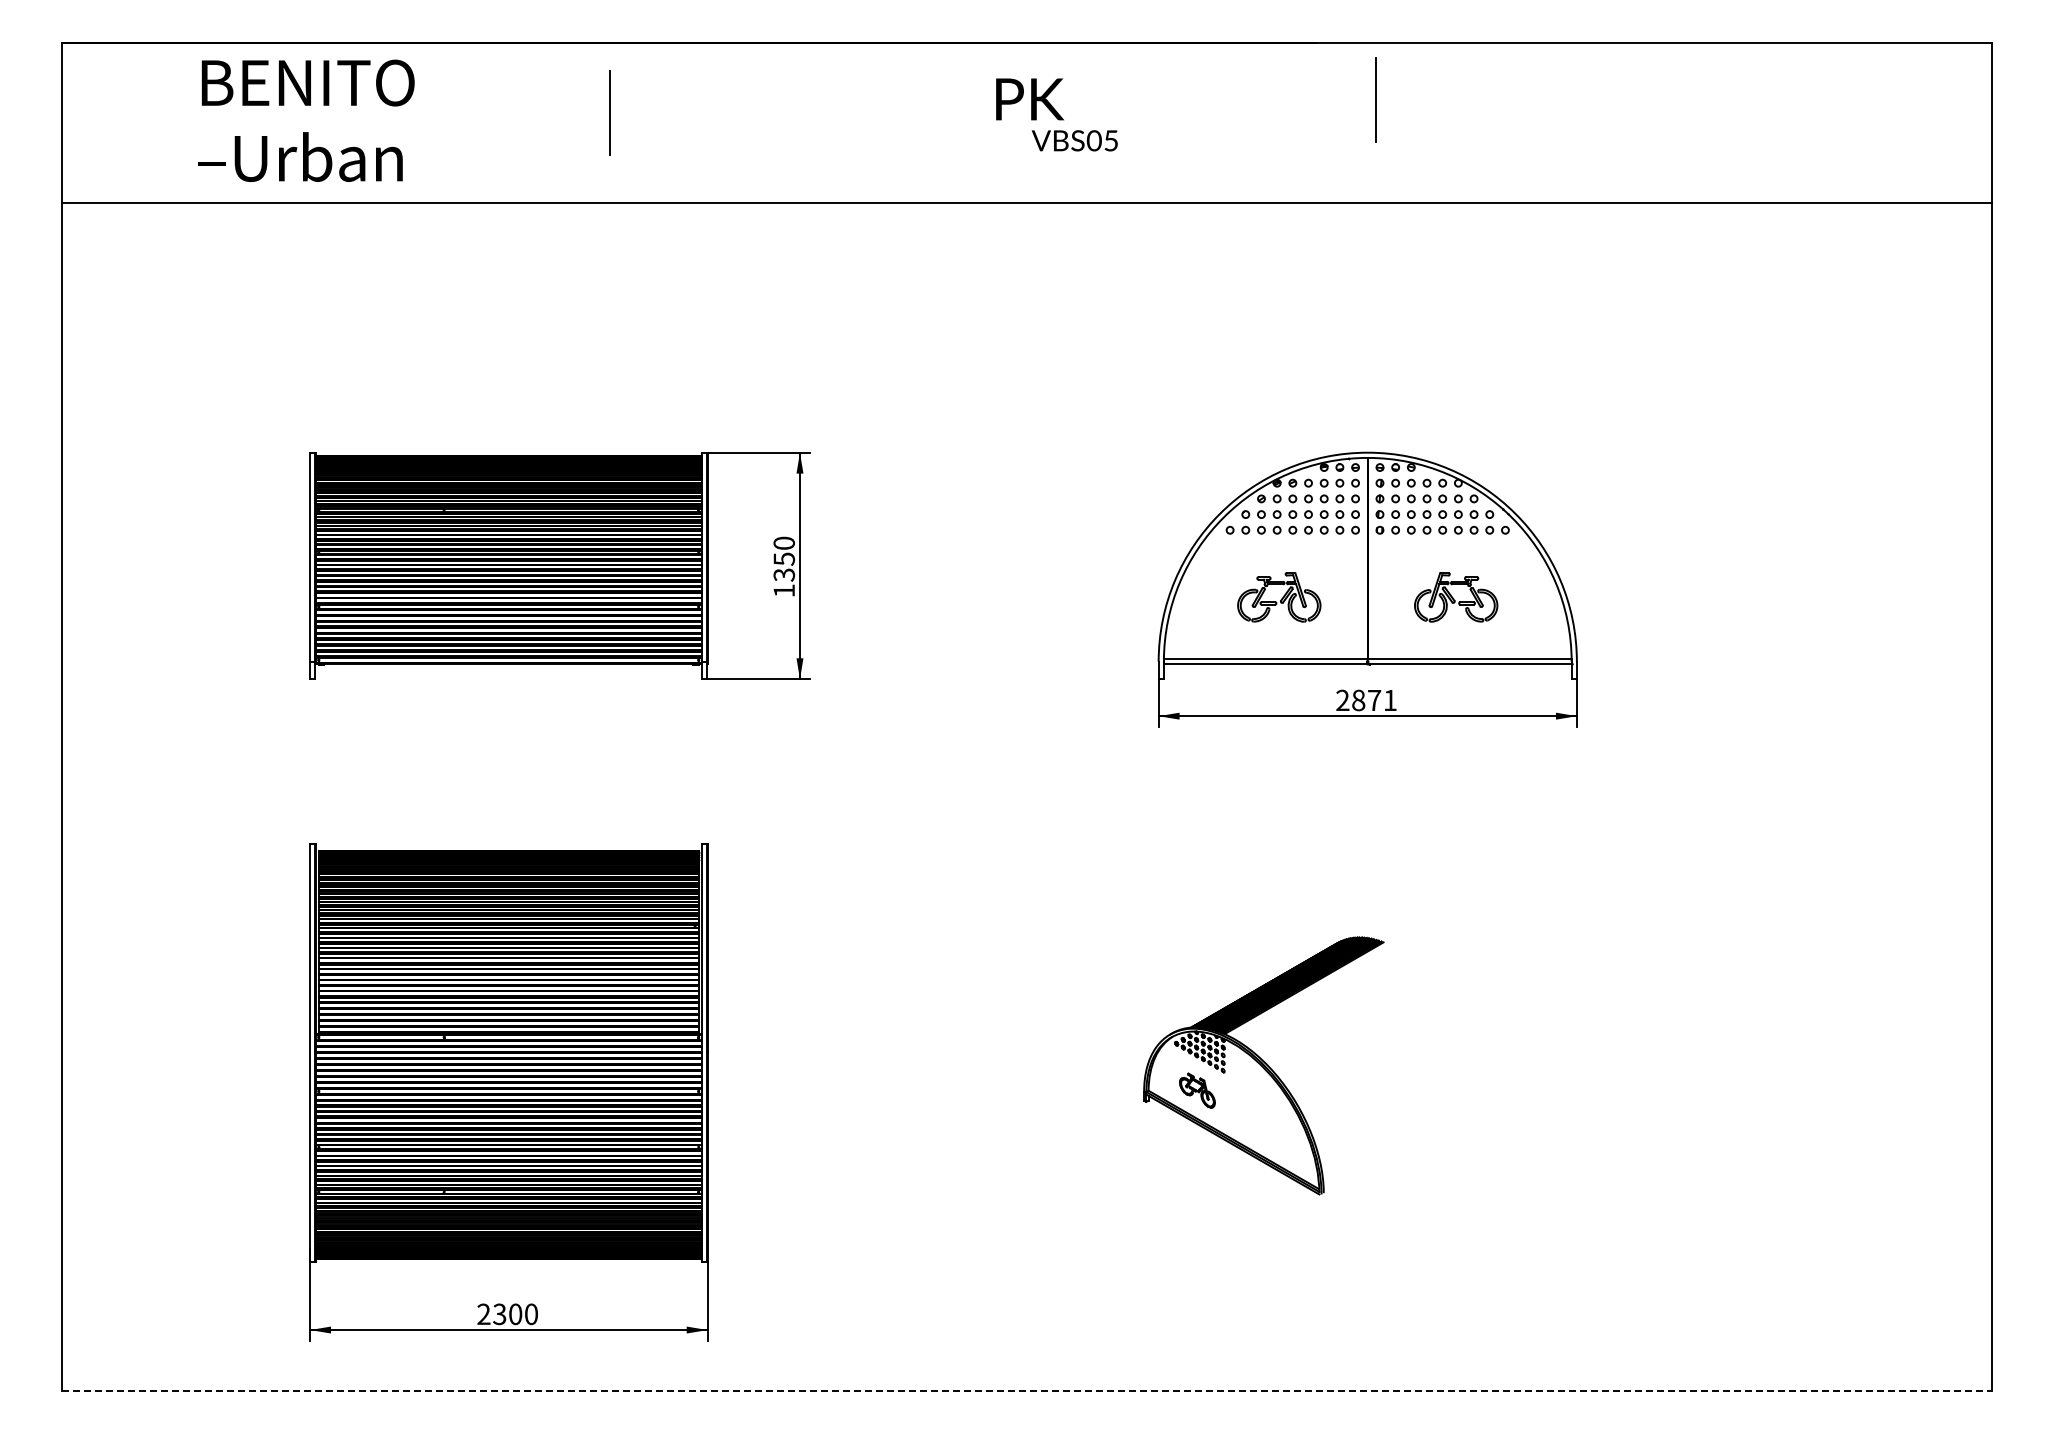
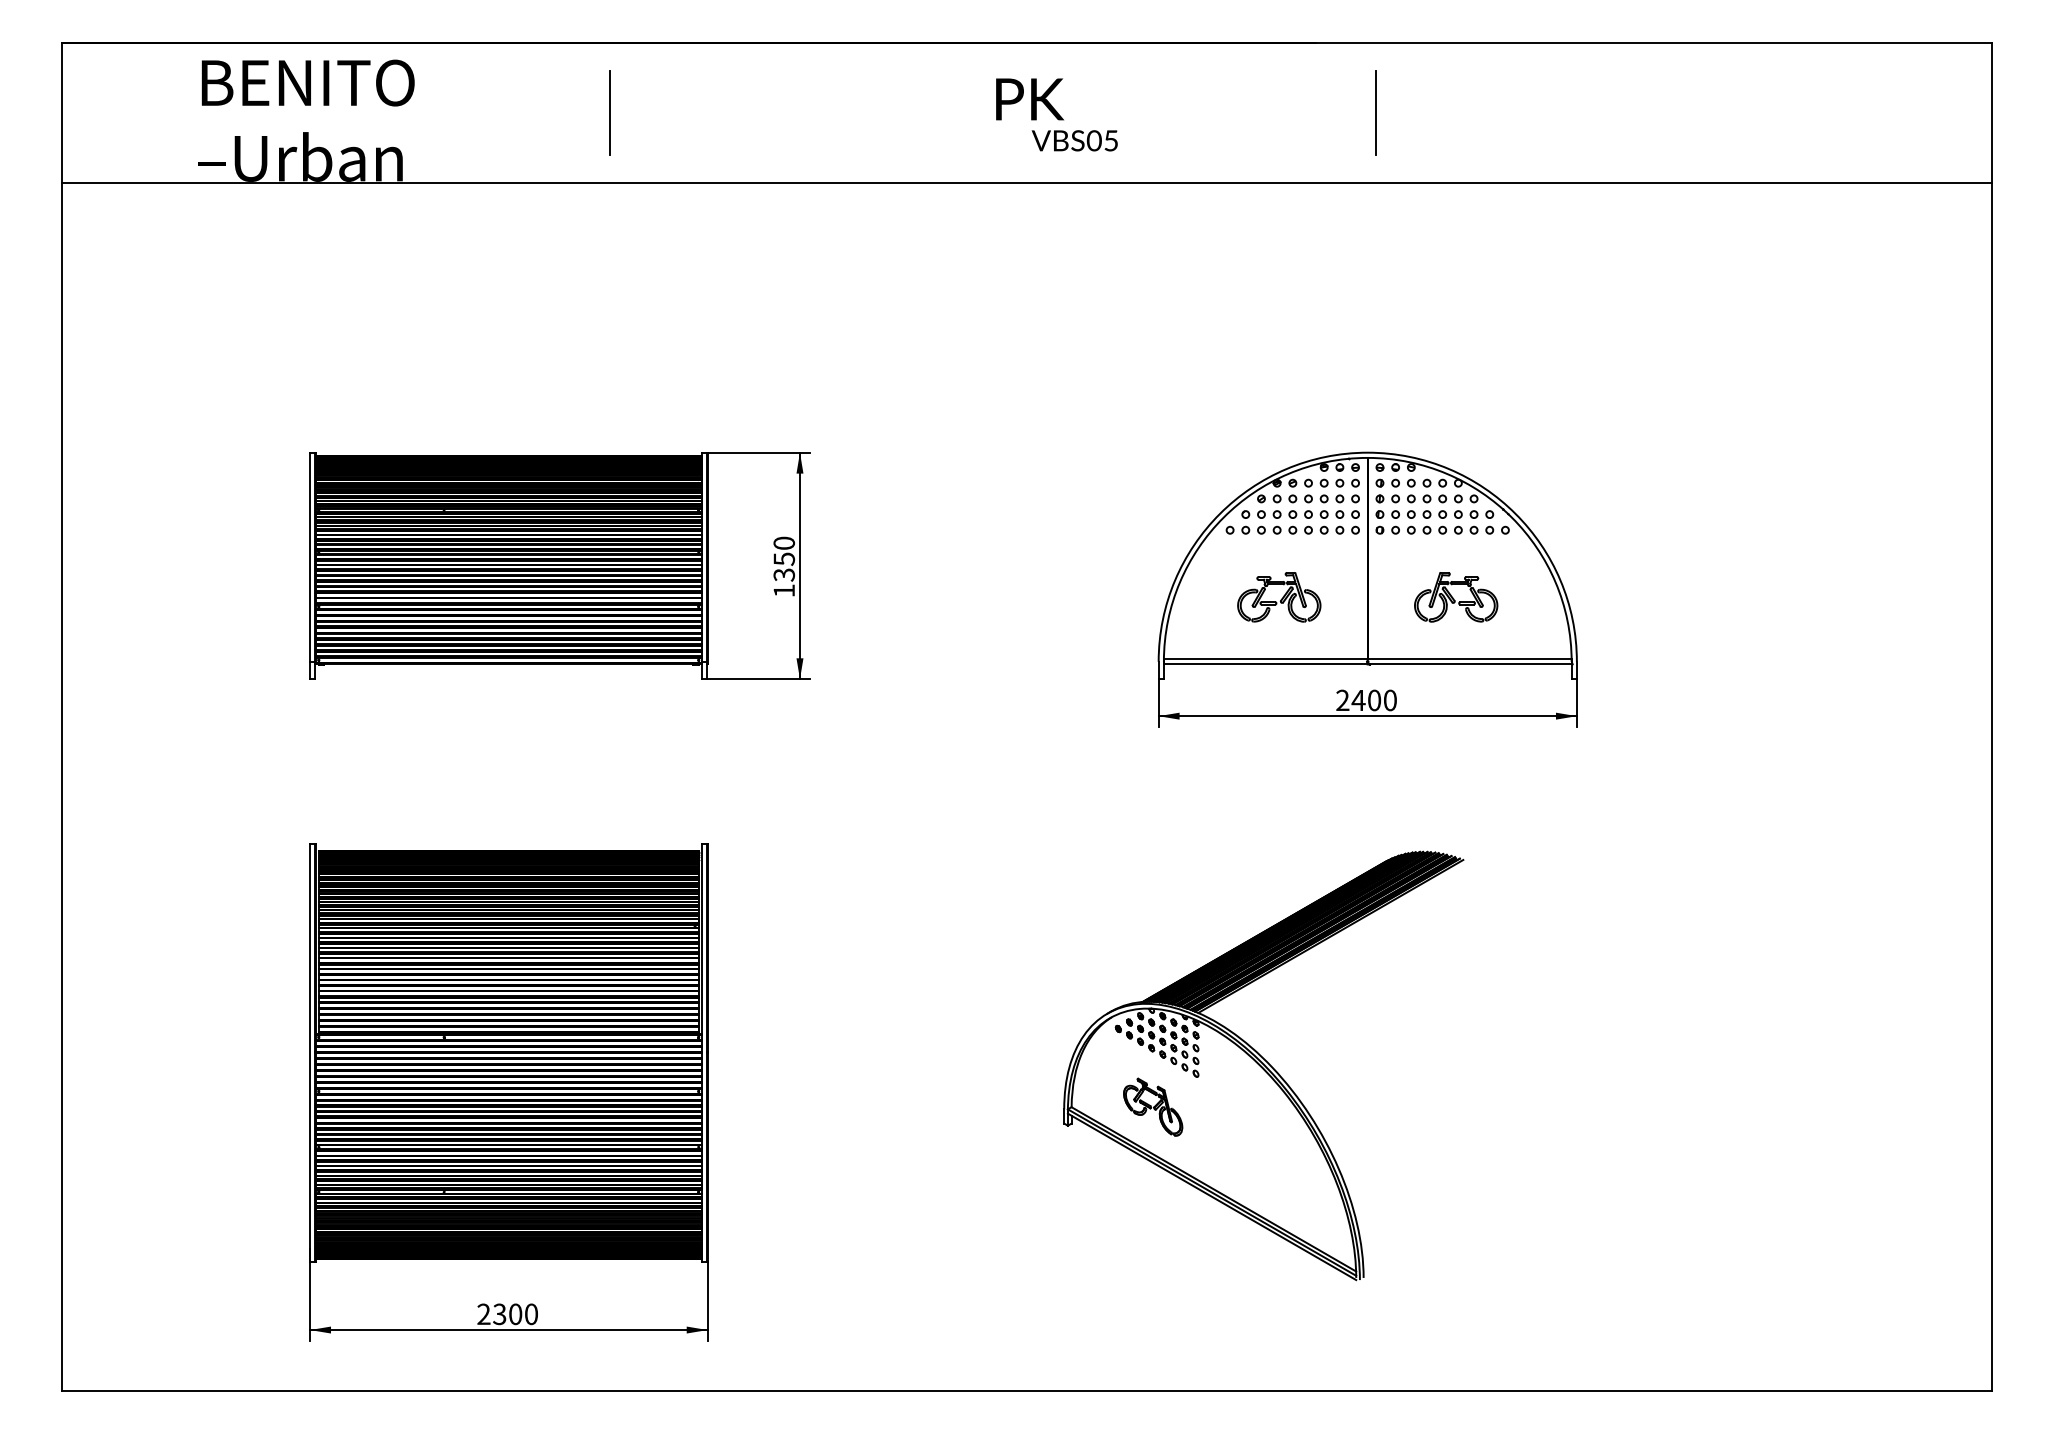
line at (1375, 99) position: (1375, 99) -> (1375, 112)
line at (1026, 202) position: (1026, 202) -> (1026, 182)
text at (1373, 700): 2871 -> 2400
part at (1263, 1065) size: 242x260 px -> 402x432 px
line at (1027, 1390): dashed -> solid
